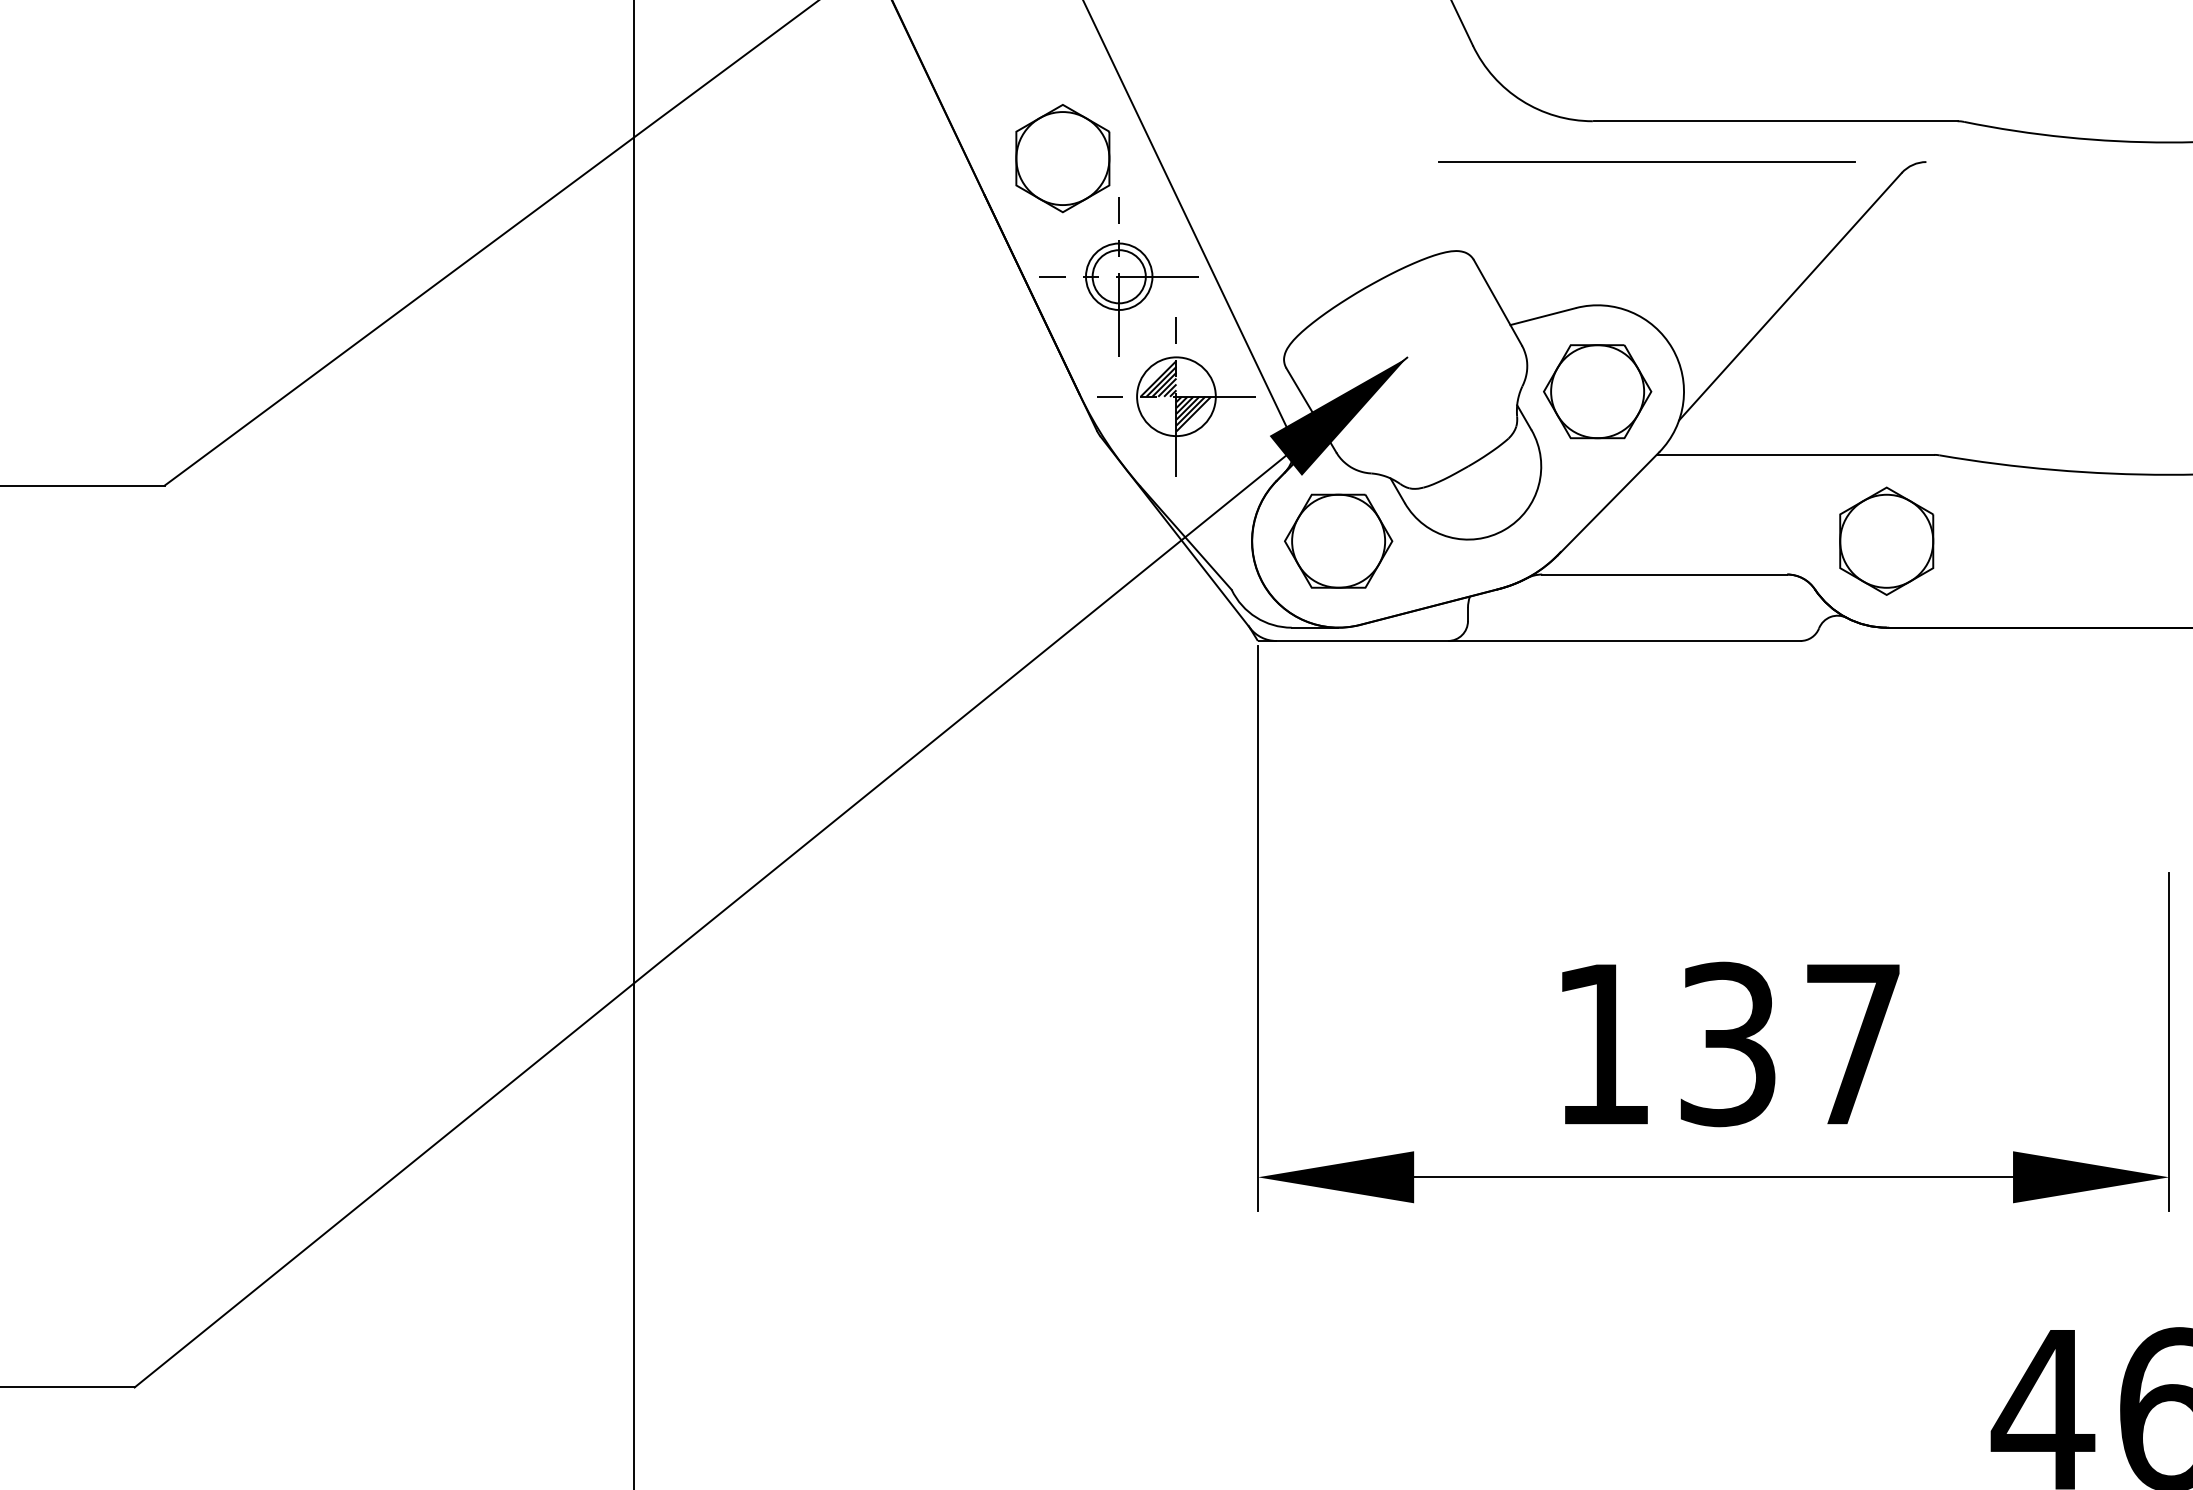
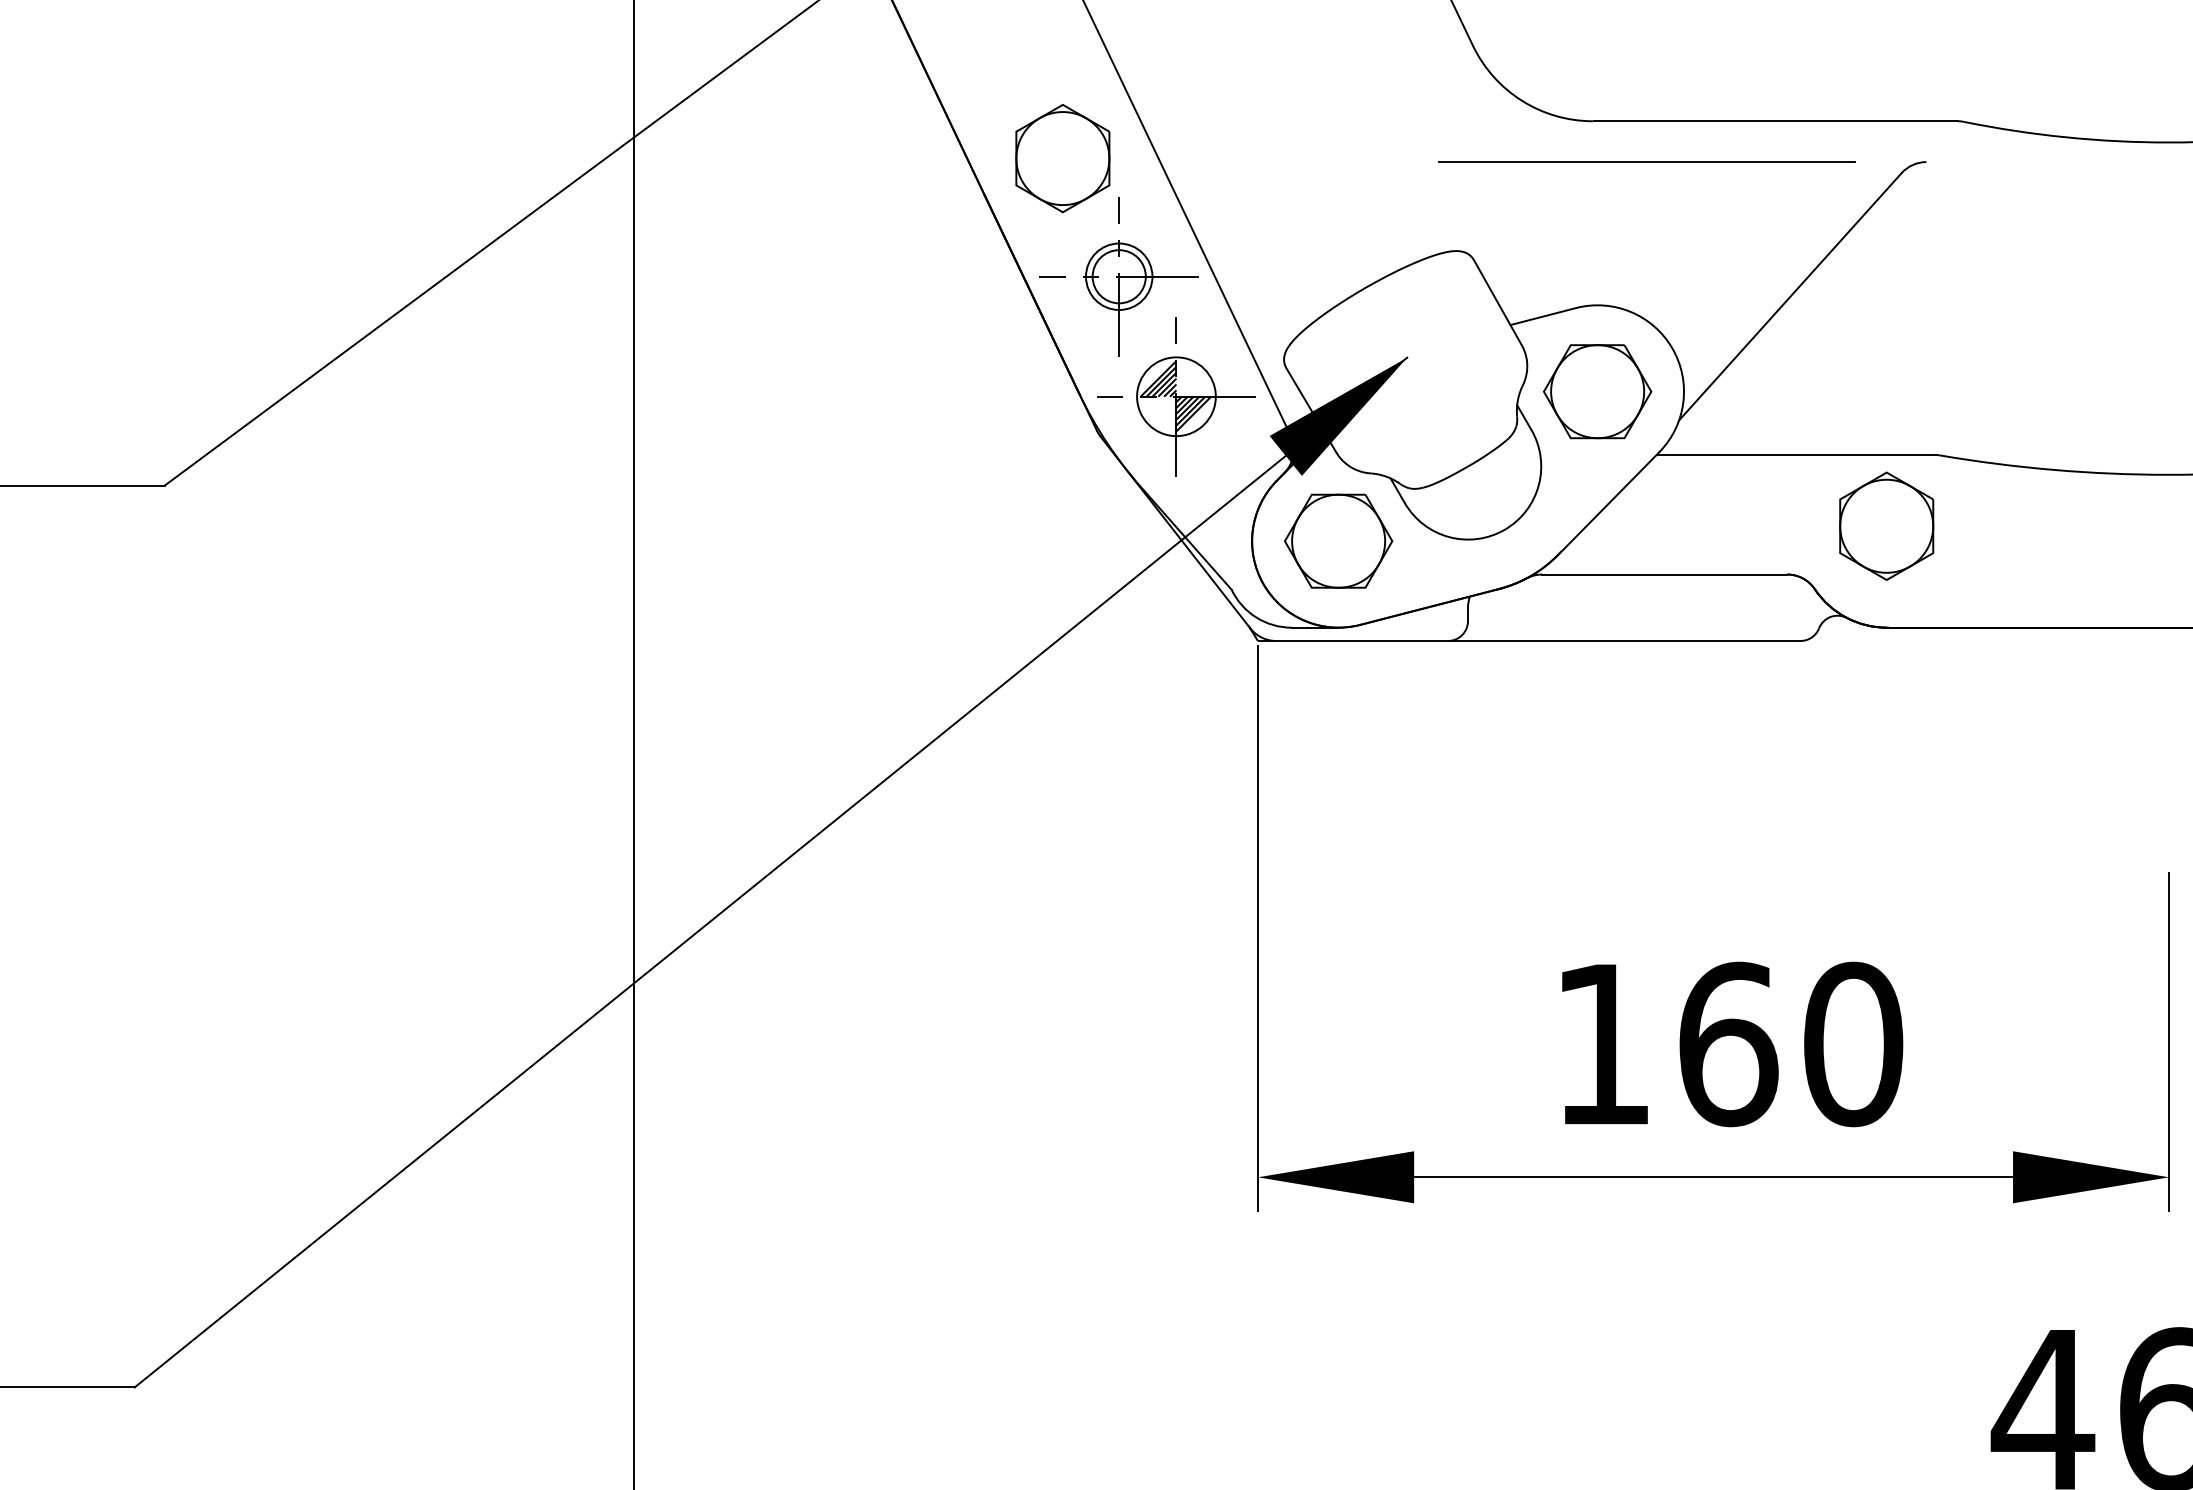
part at (1886, 540) position: (1886, 540) -> (1886, 525)
text at (1791, 1044): 137 -> 160
